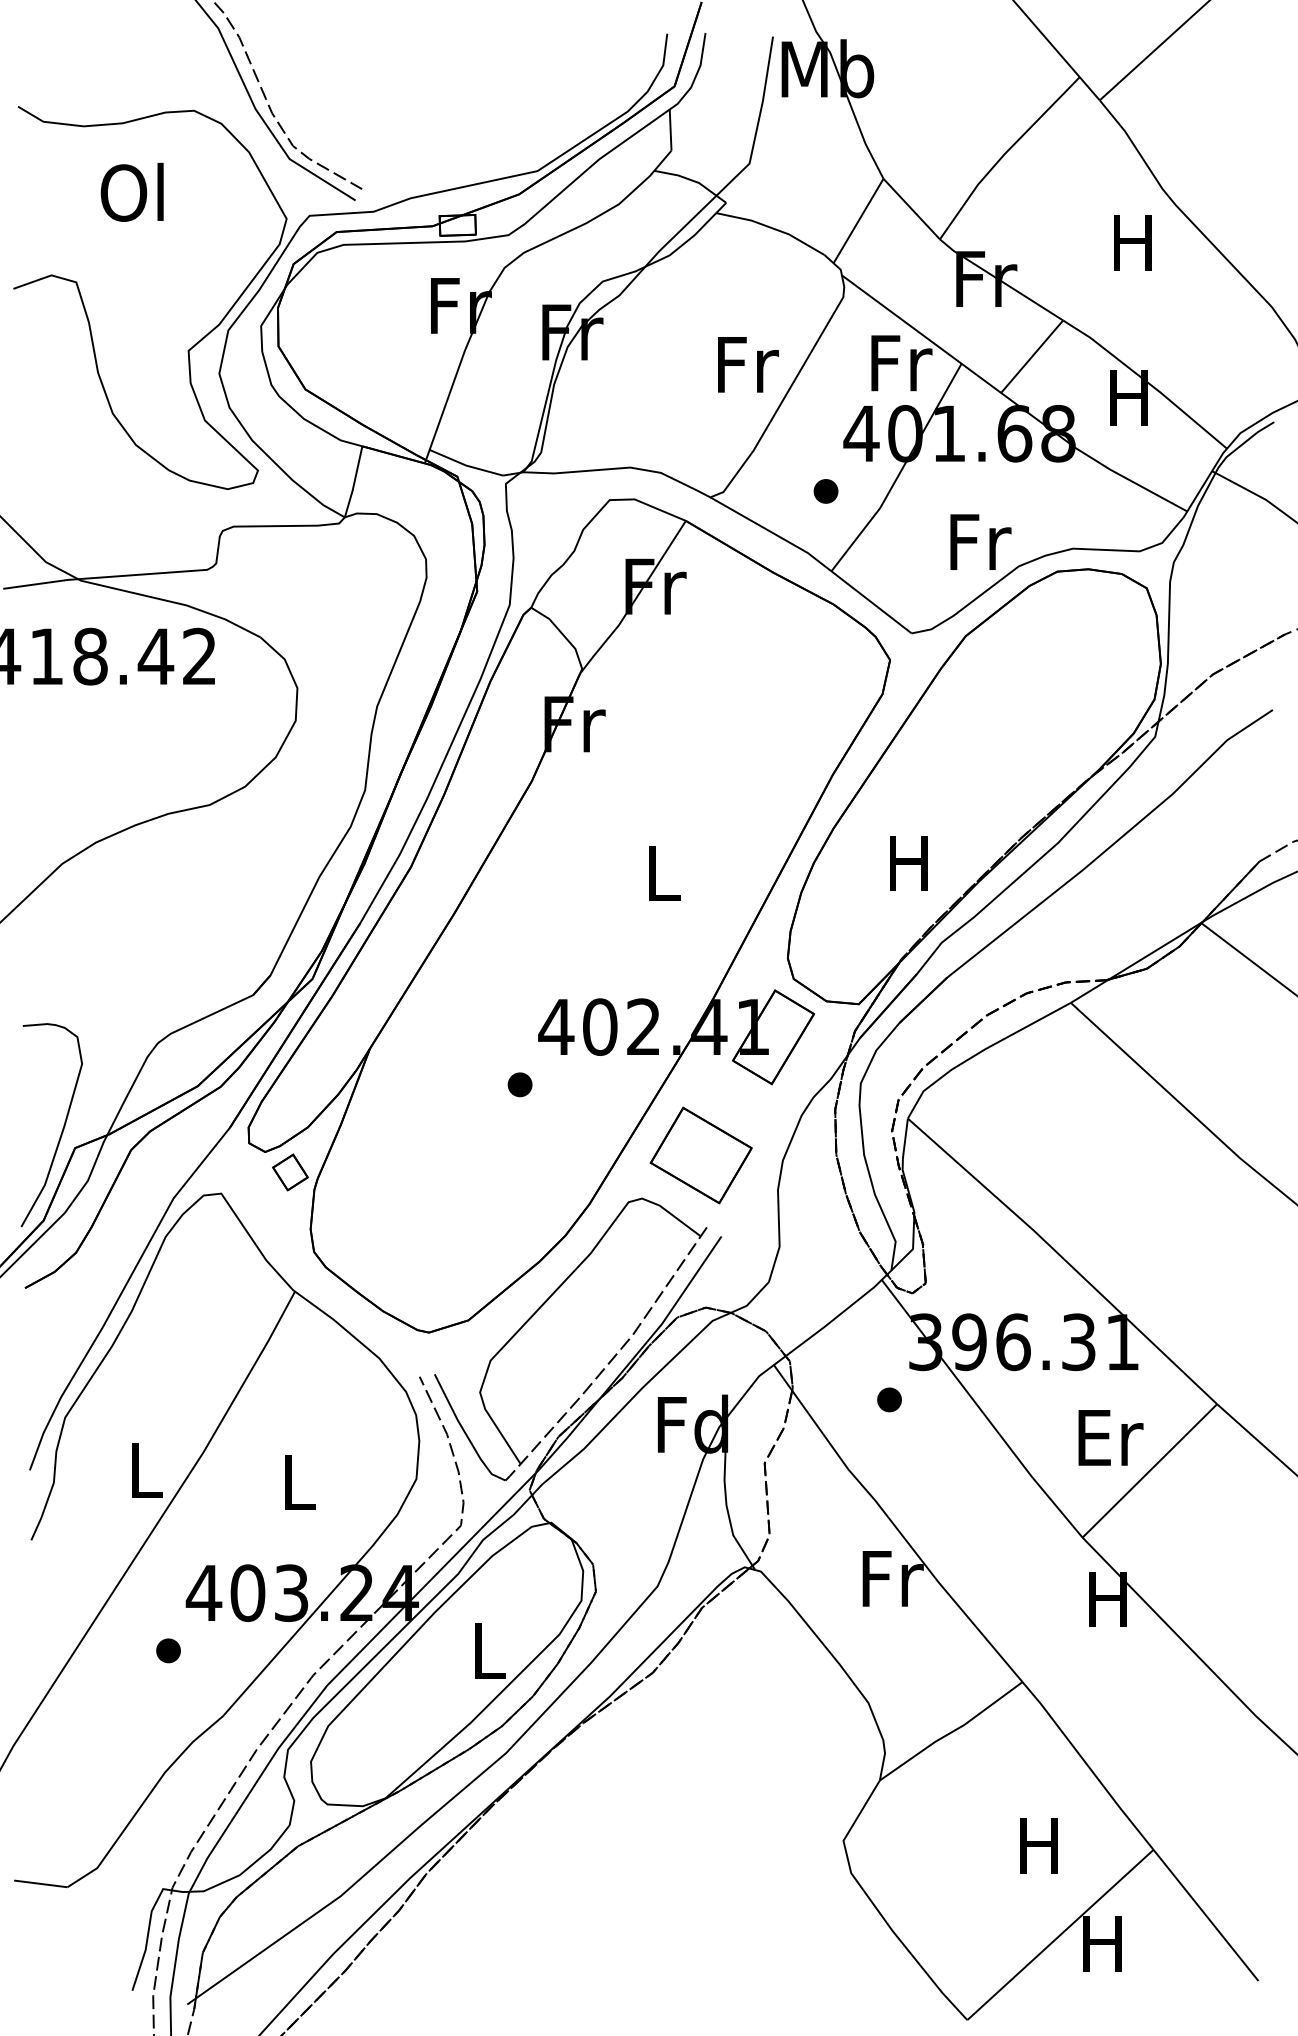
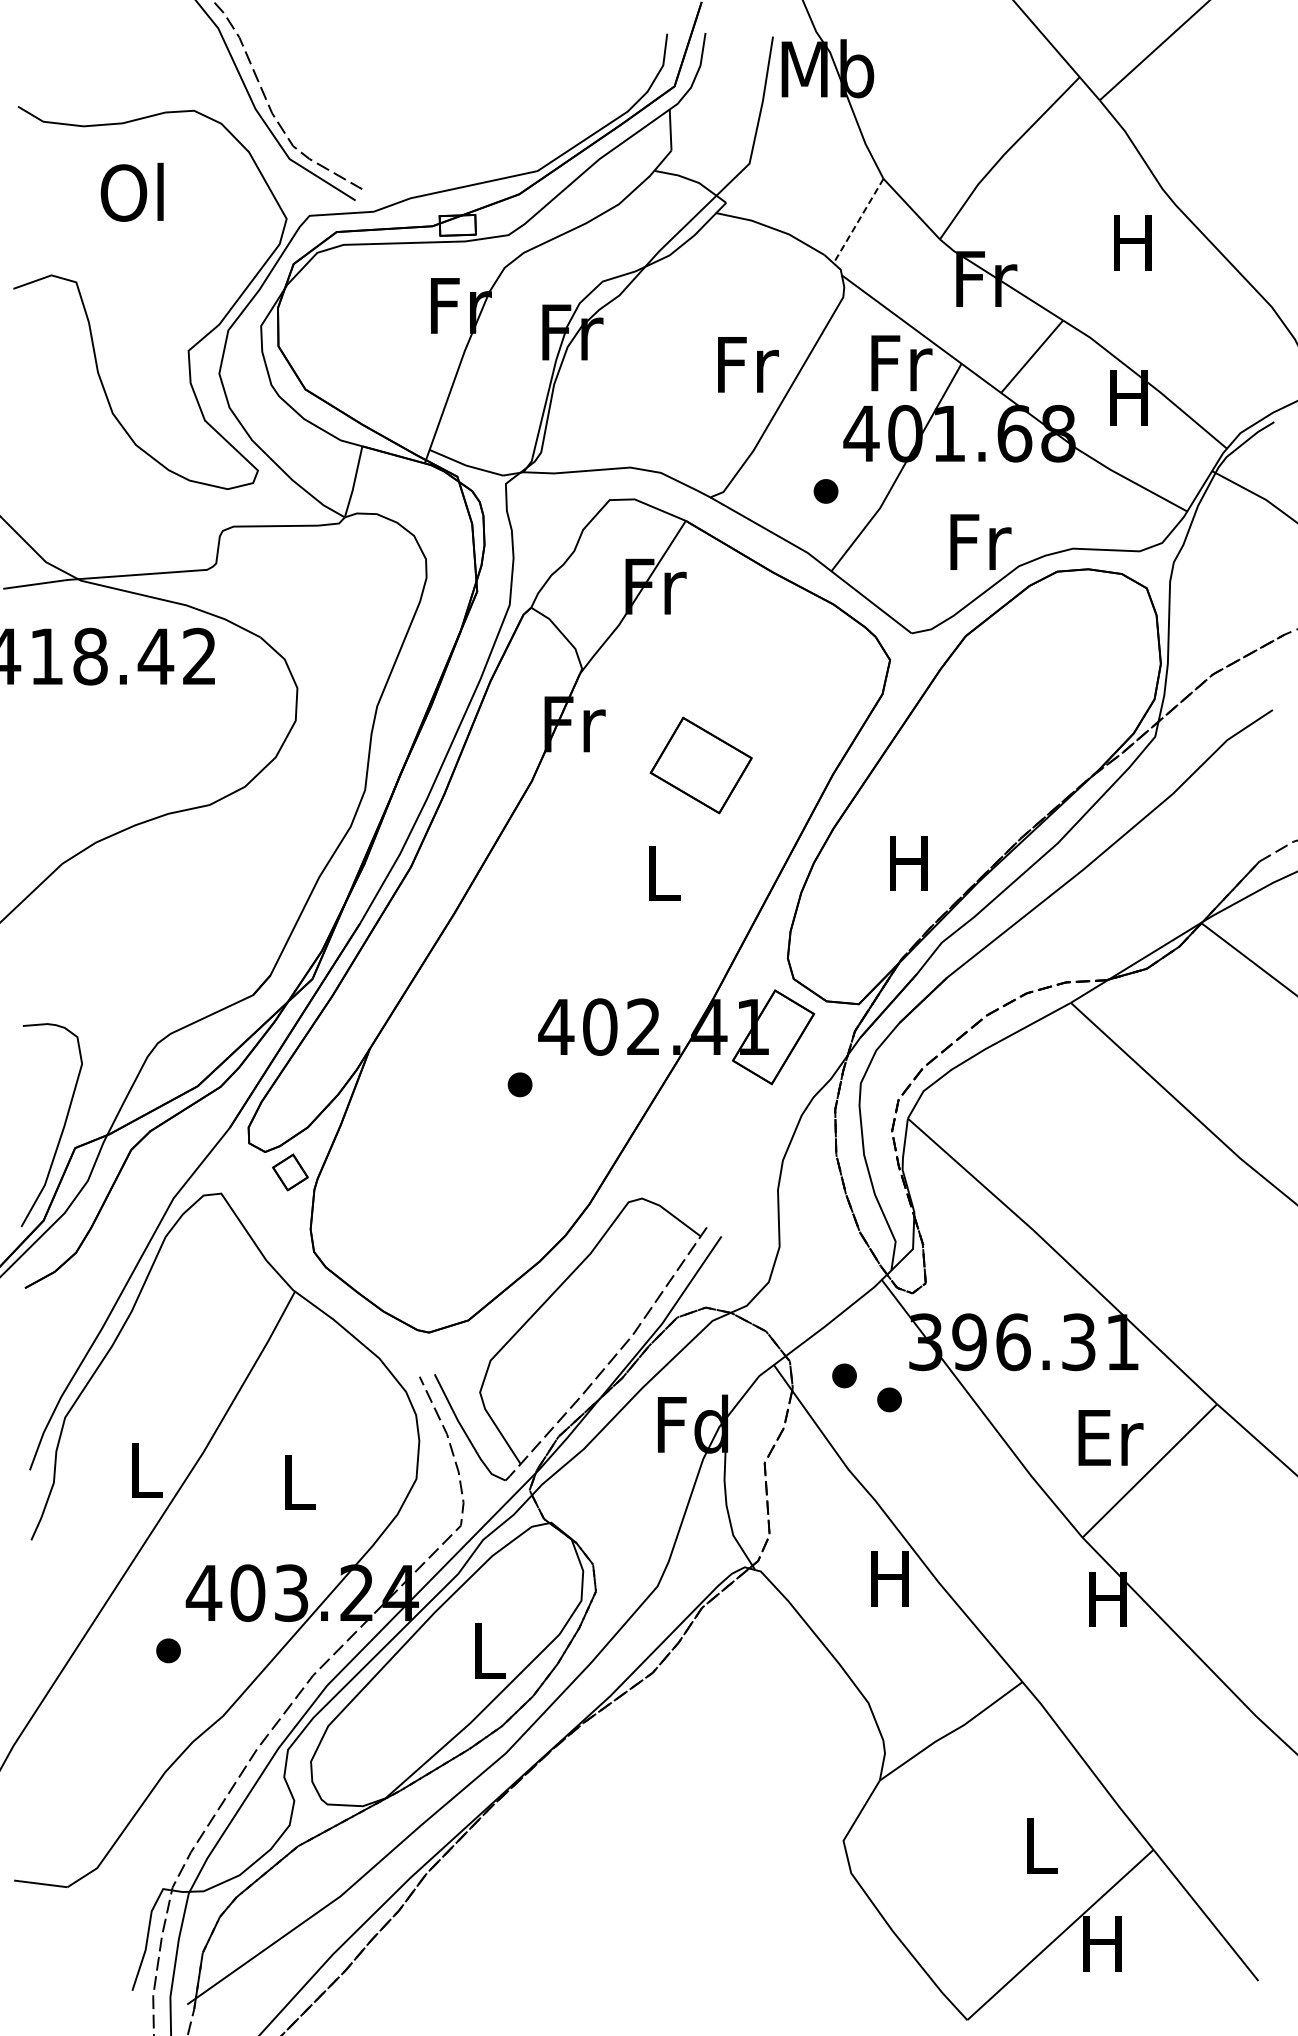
line at (858, 221): solid -> dashed
part at (700, 1155) position: (700, 1155) -> (700, 765)
part at (844, 1375): none -> present
text at (892, 1578): Fr -> H
text at (1038, 1845): H -> L
